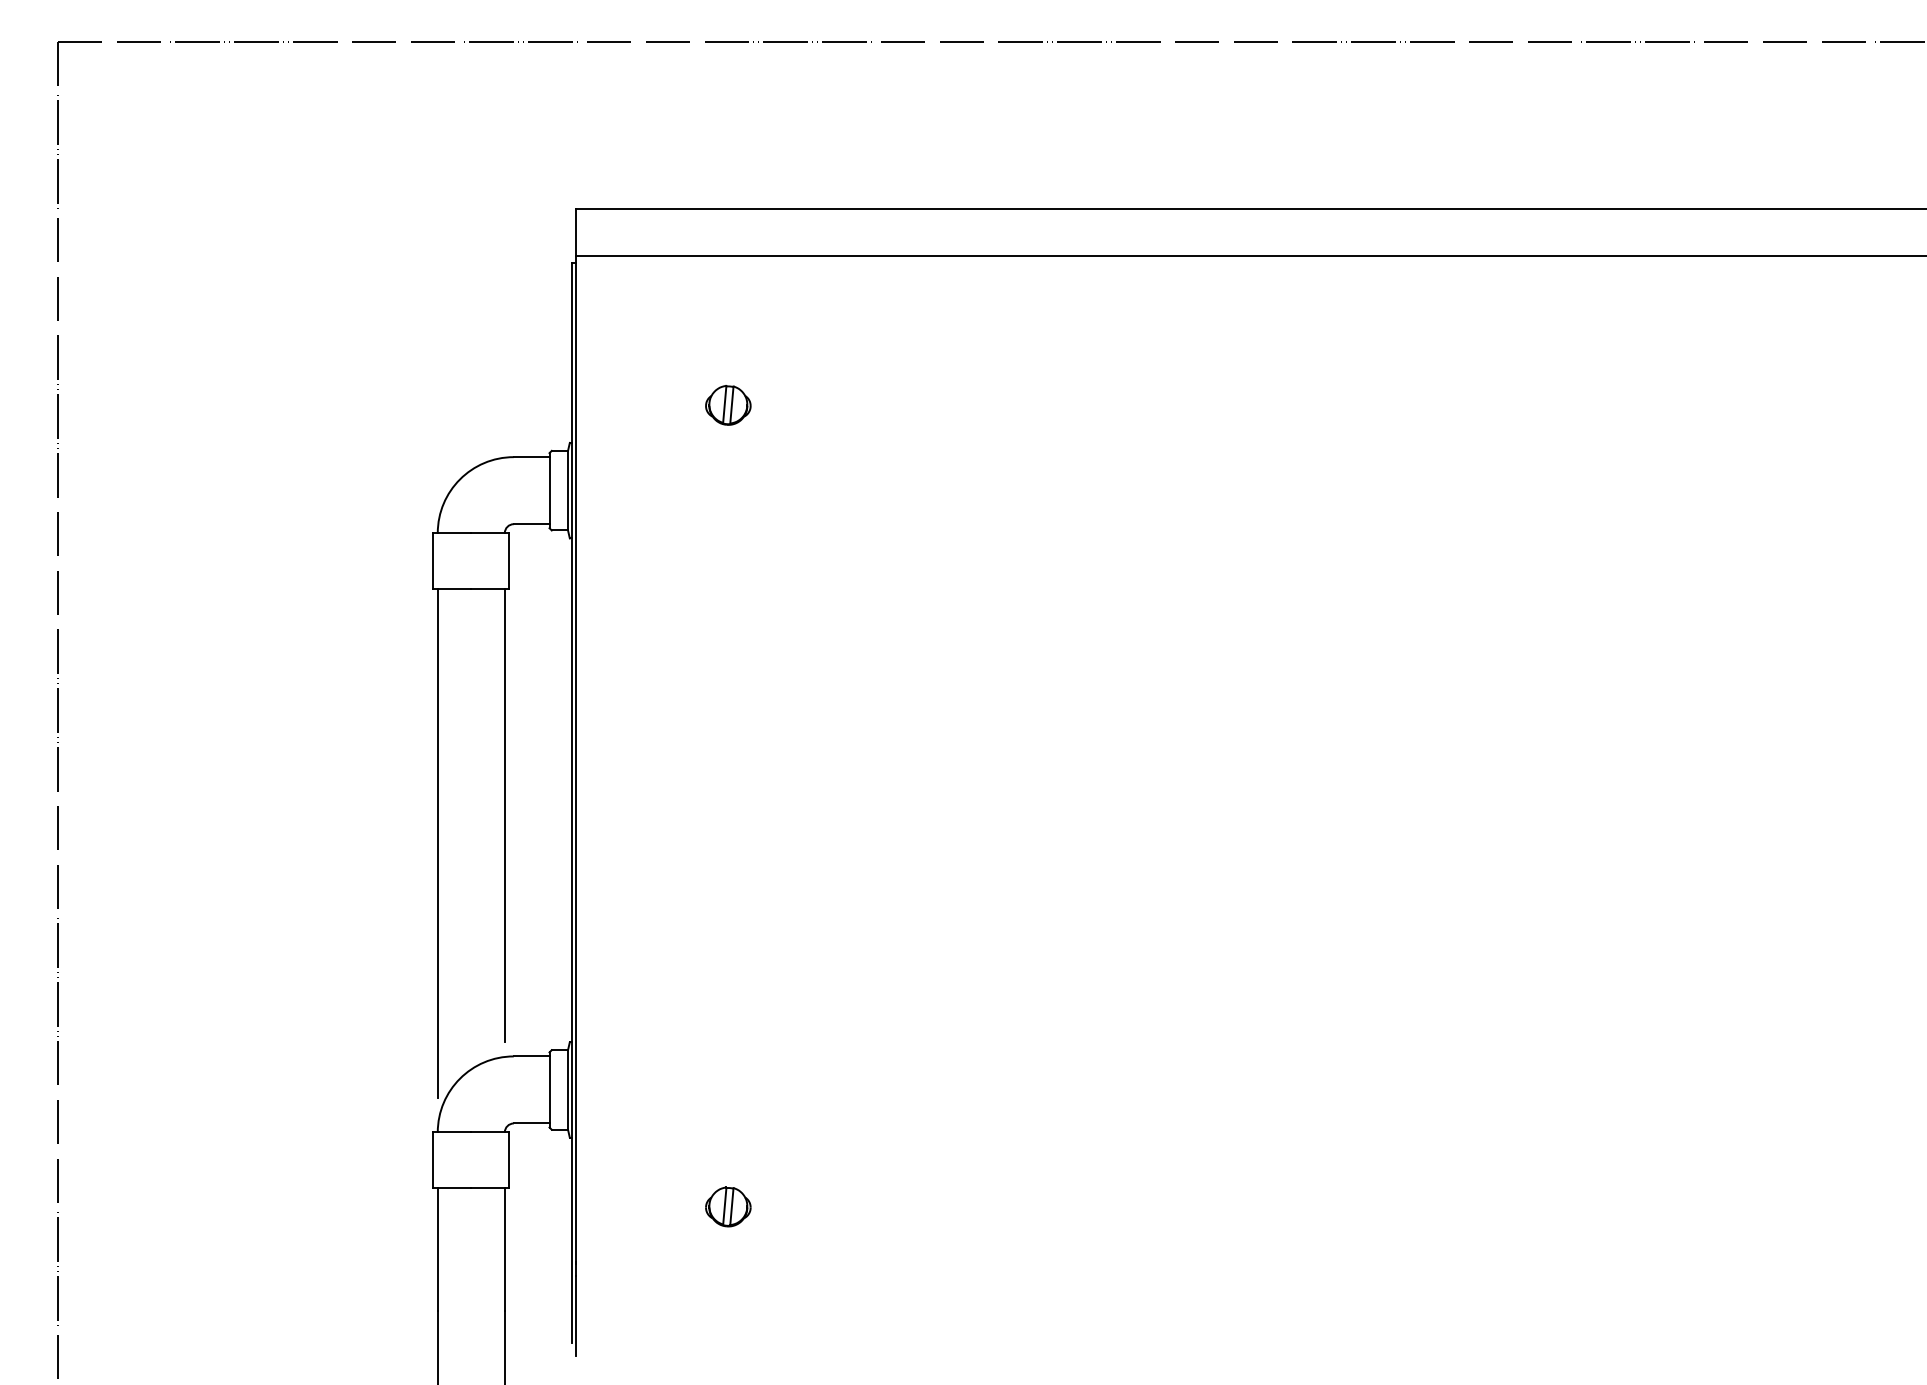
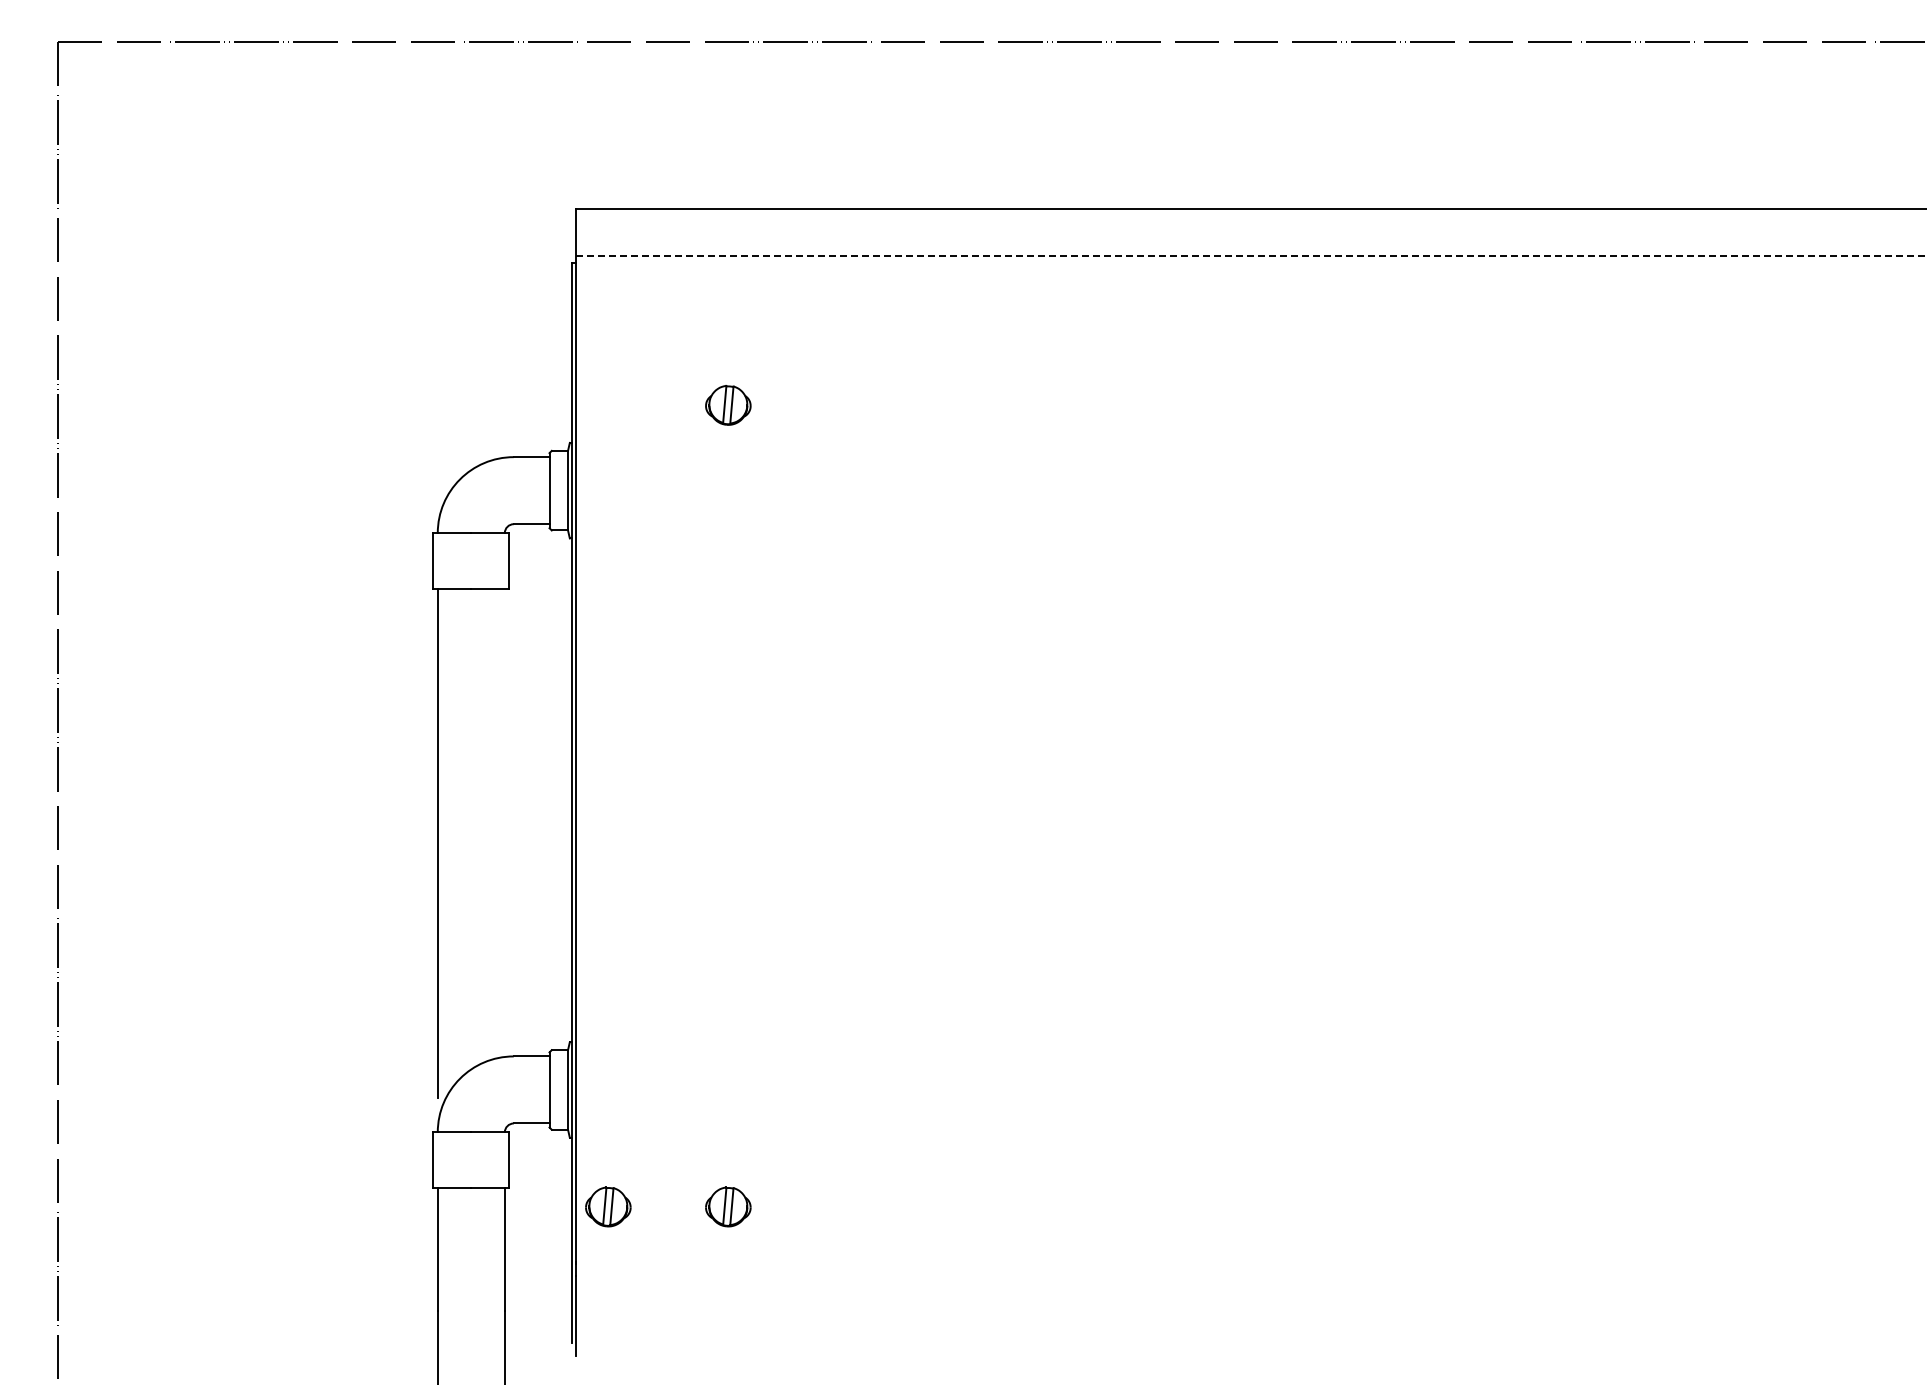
line at (1251, 255): solid -> dashed
line at (504, 815): present -> none
part at (608, 1206): none -> present
